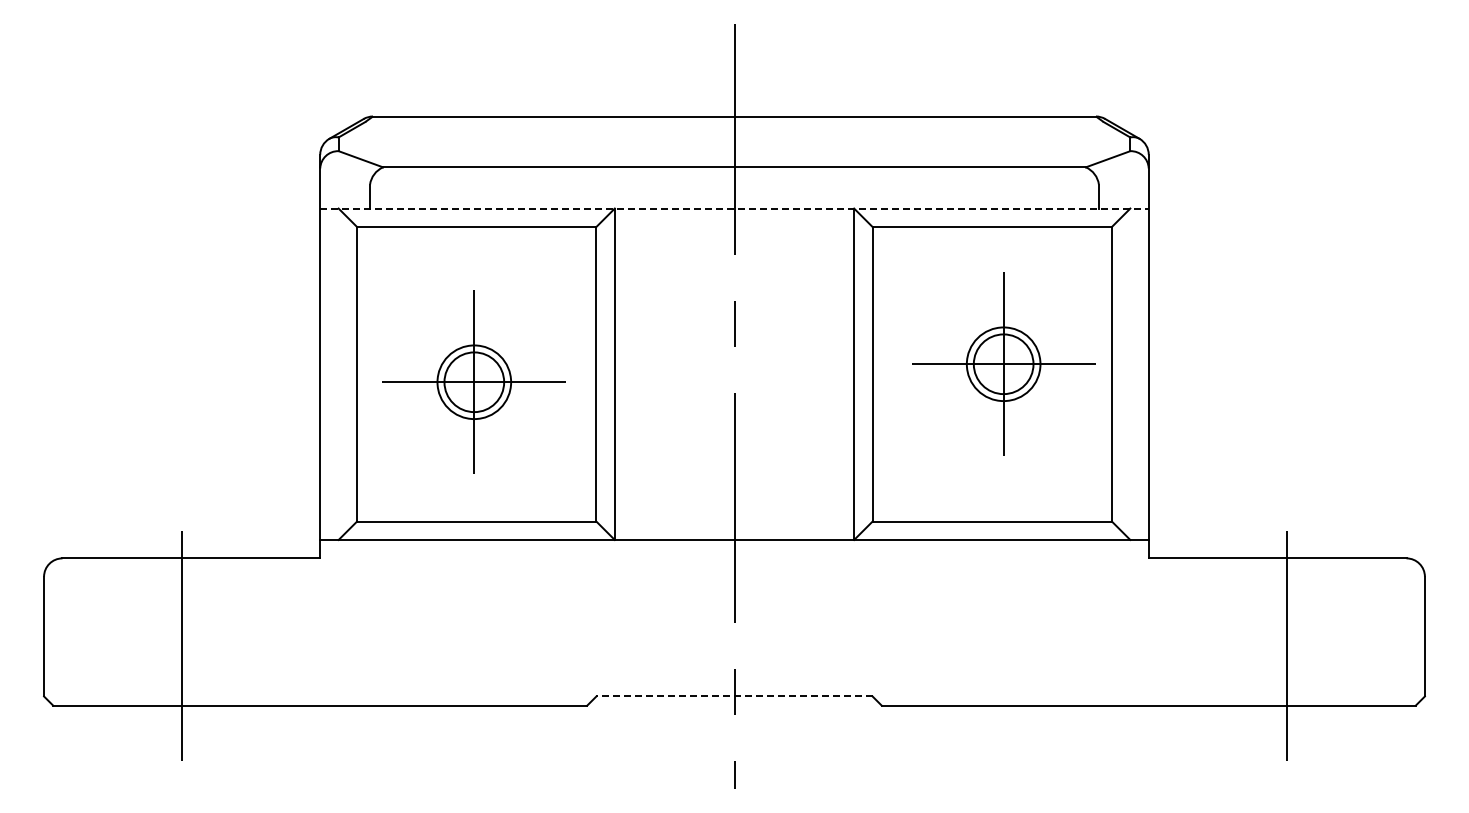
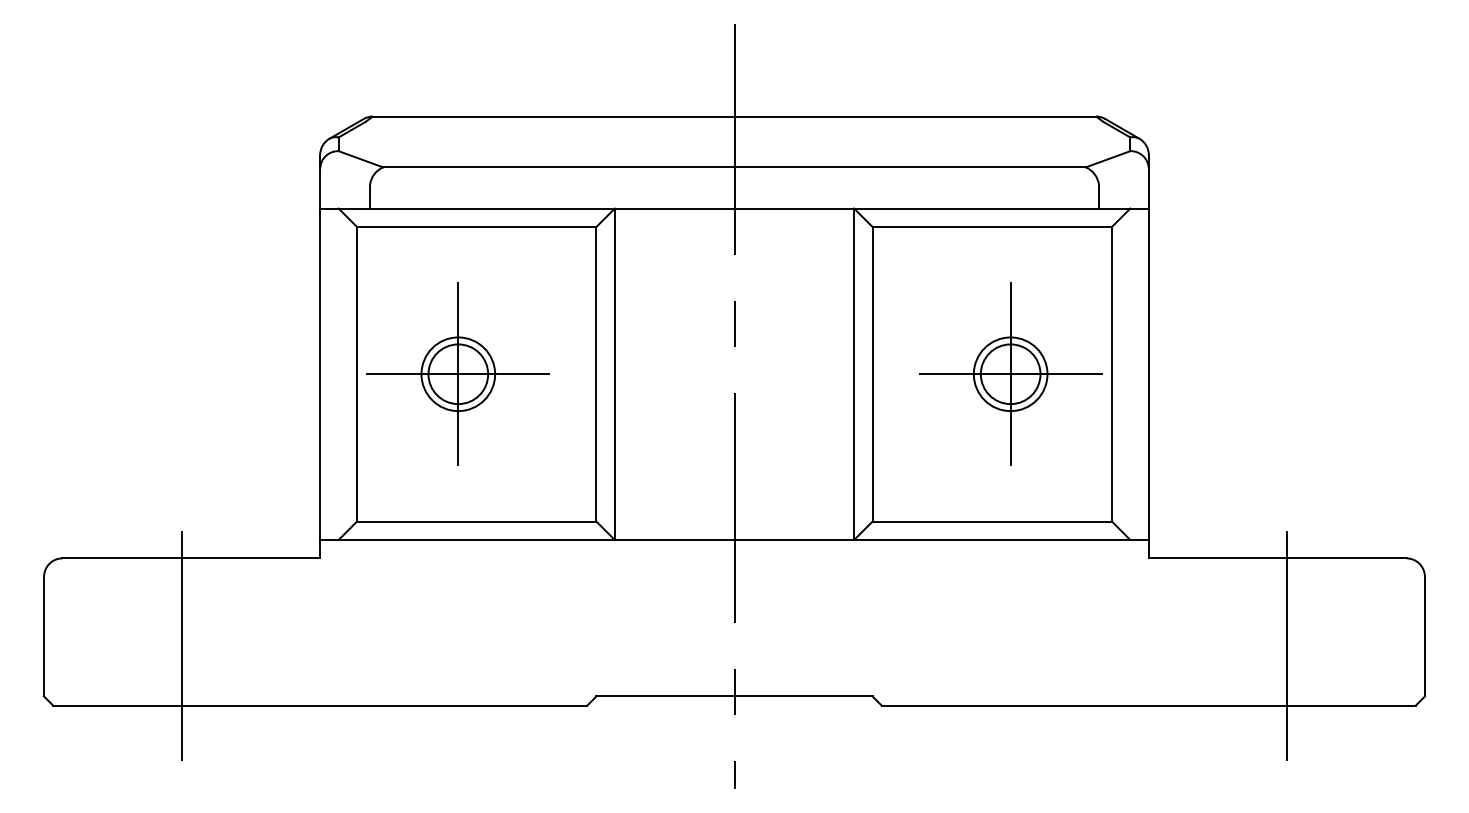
line at (734, 208): dashed -> solid
part at (1003, 363) position: (1003, 363) -> (1010, 373)
part at (473, 381) position: (473, 381) -> (457, 373)
line at (734, 696): dashed -> solid
